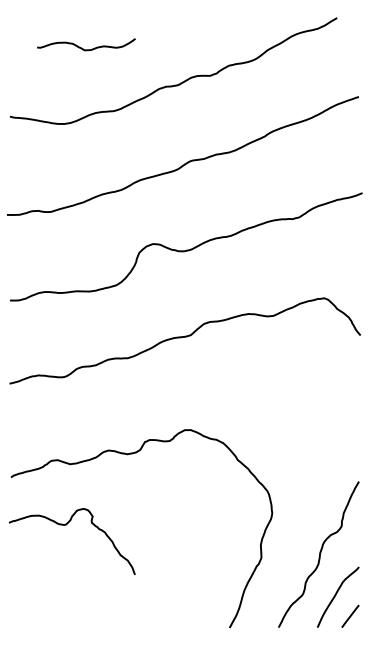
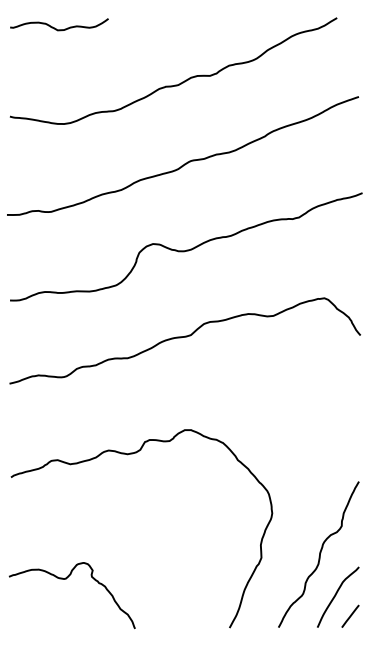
curve at (83, 48) position: (83, 48) -> (56, 28)
curve at (66, 525) position: (66, 525) -> (66, 579)
